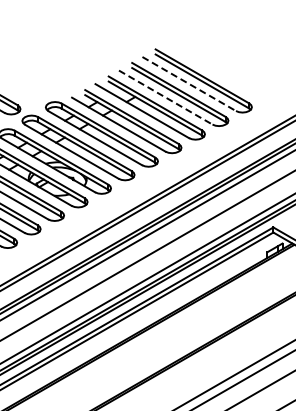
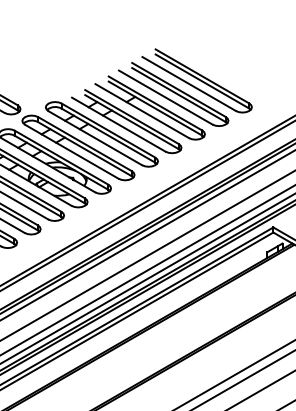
line at (189, 84): dashed -> solid
line at (165, 97): dashed -> solid
line at (147, 270): none -> present
